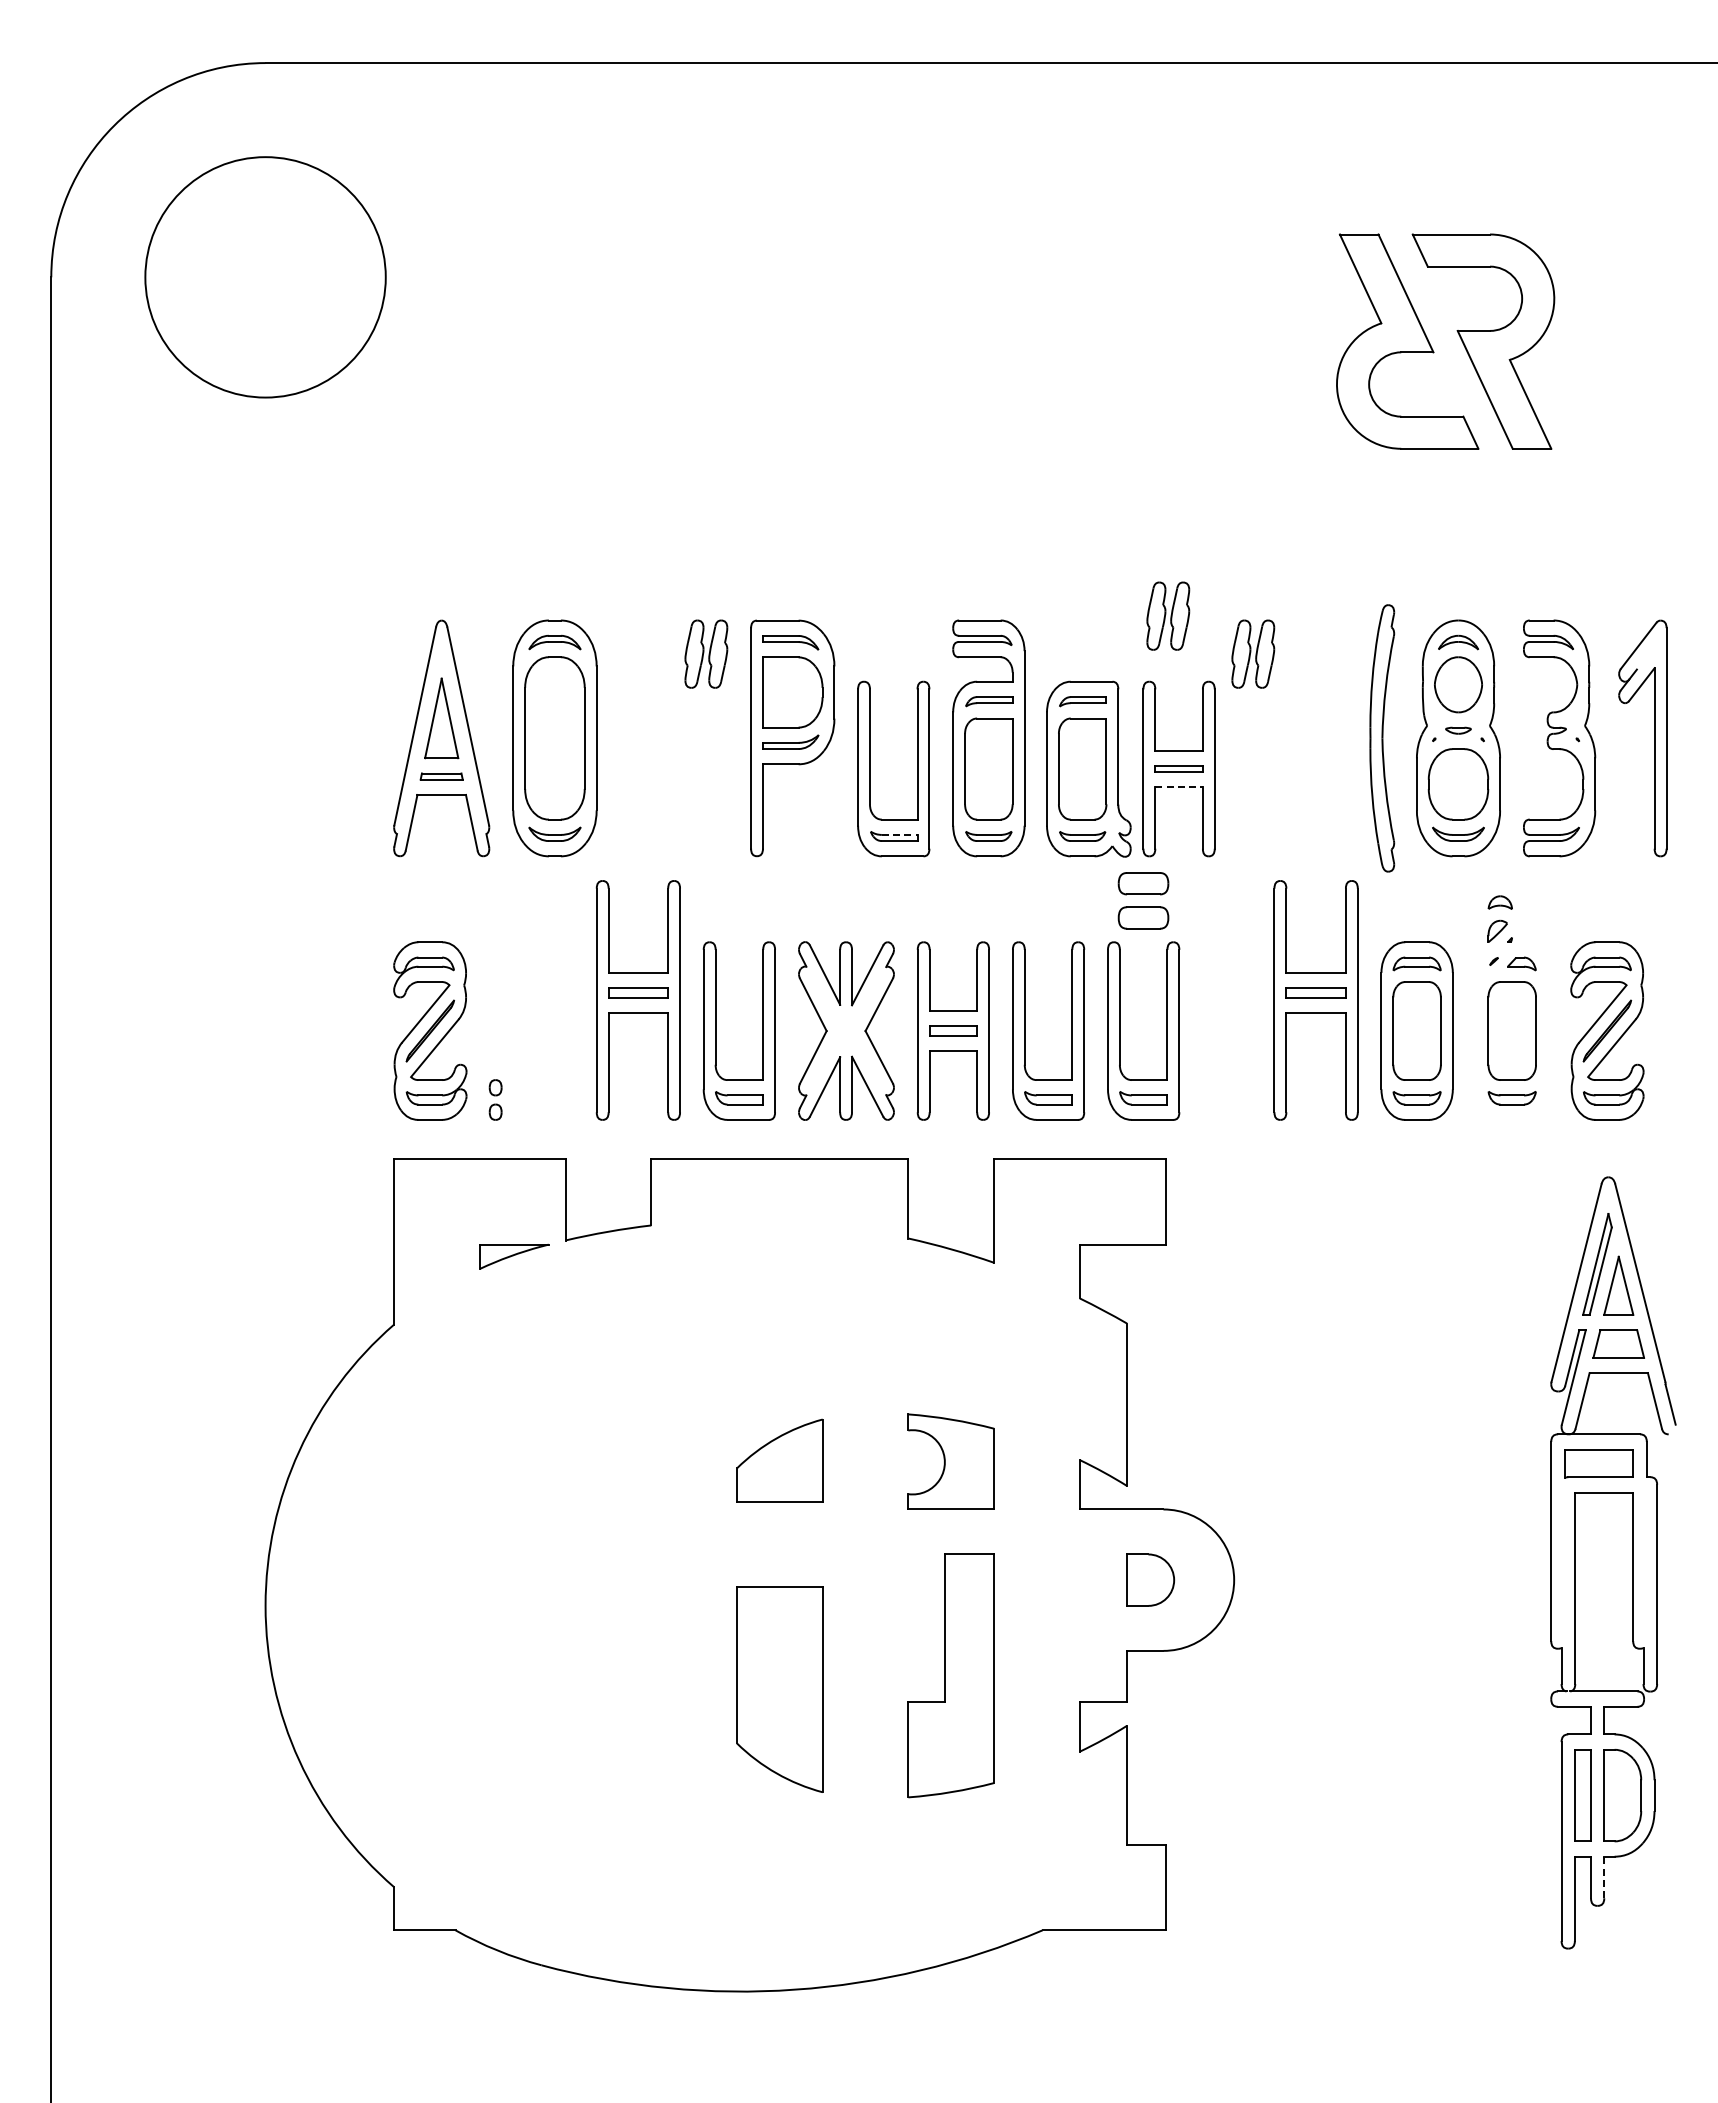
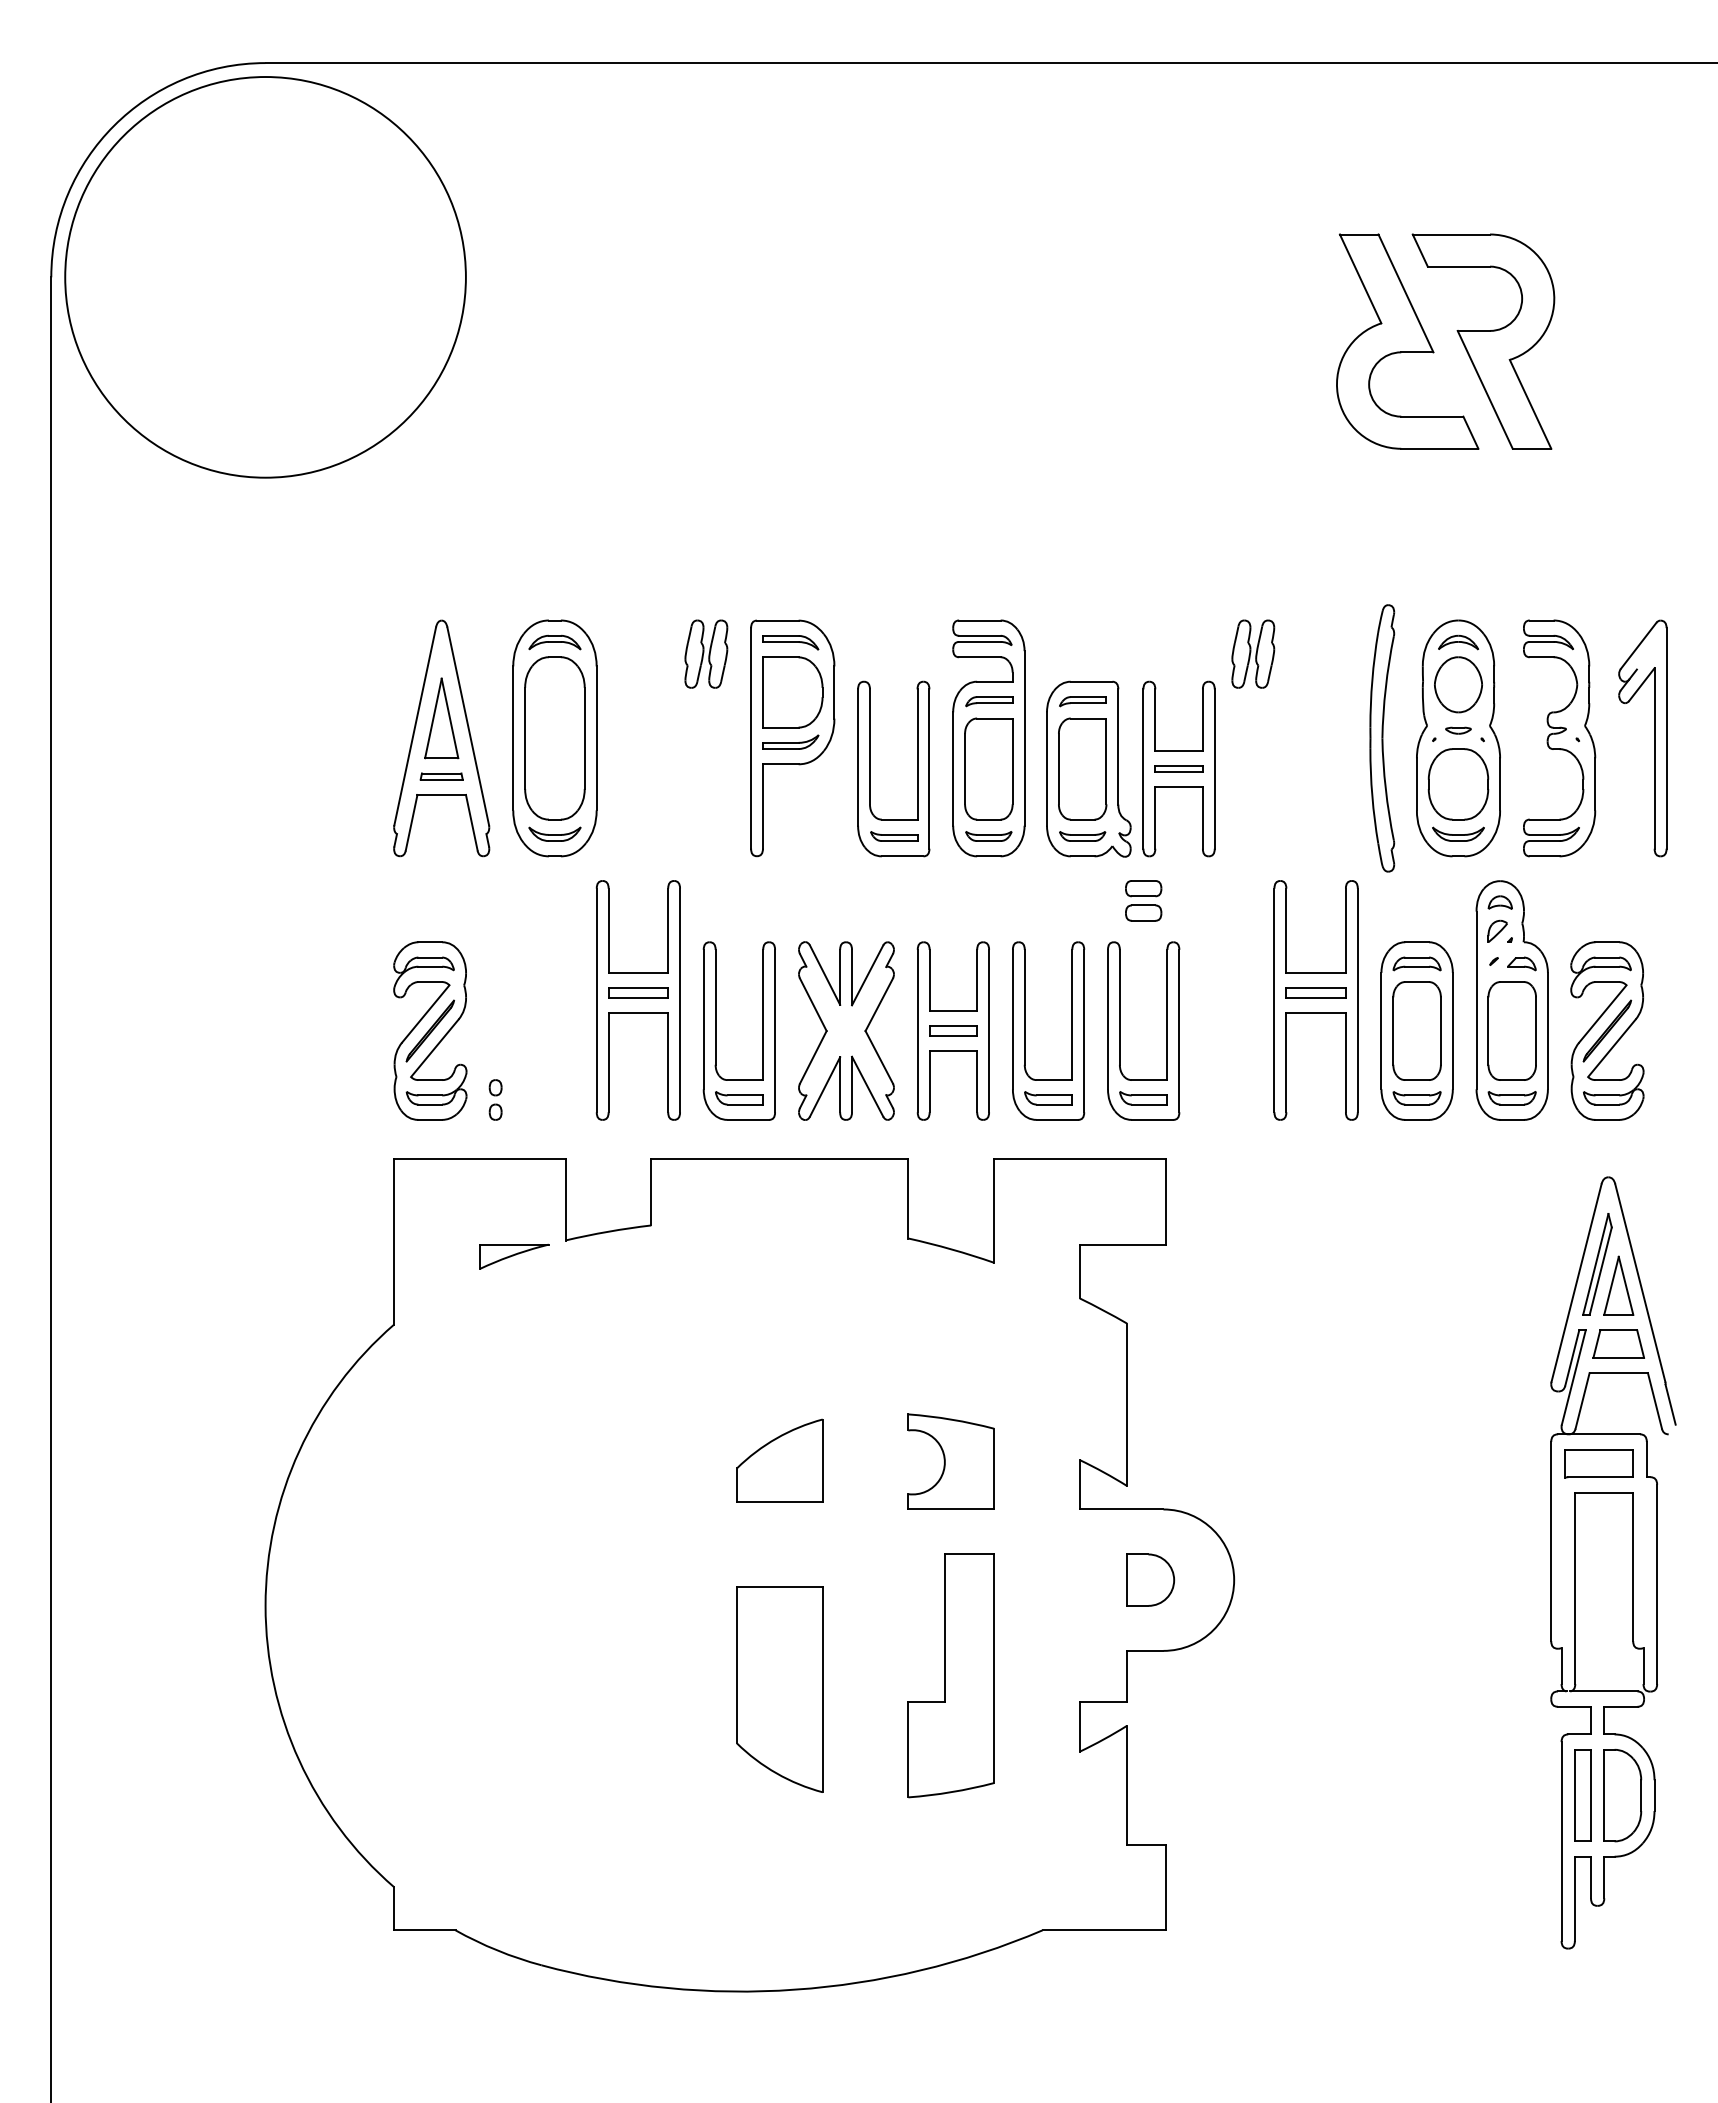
circle at (265, 277) diameter: 240 px -> 401 px
part at (1168, 615): present -> none
line at (1179, 787): dashed -> solid
line at (899, 834): dashed -> solid
part at (1143, 900) size: 53x58 px -> 38x42 px
part at (1511, 1000): none -> present
line at (1604, 1877): dashed -> solid
